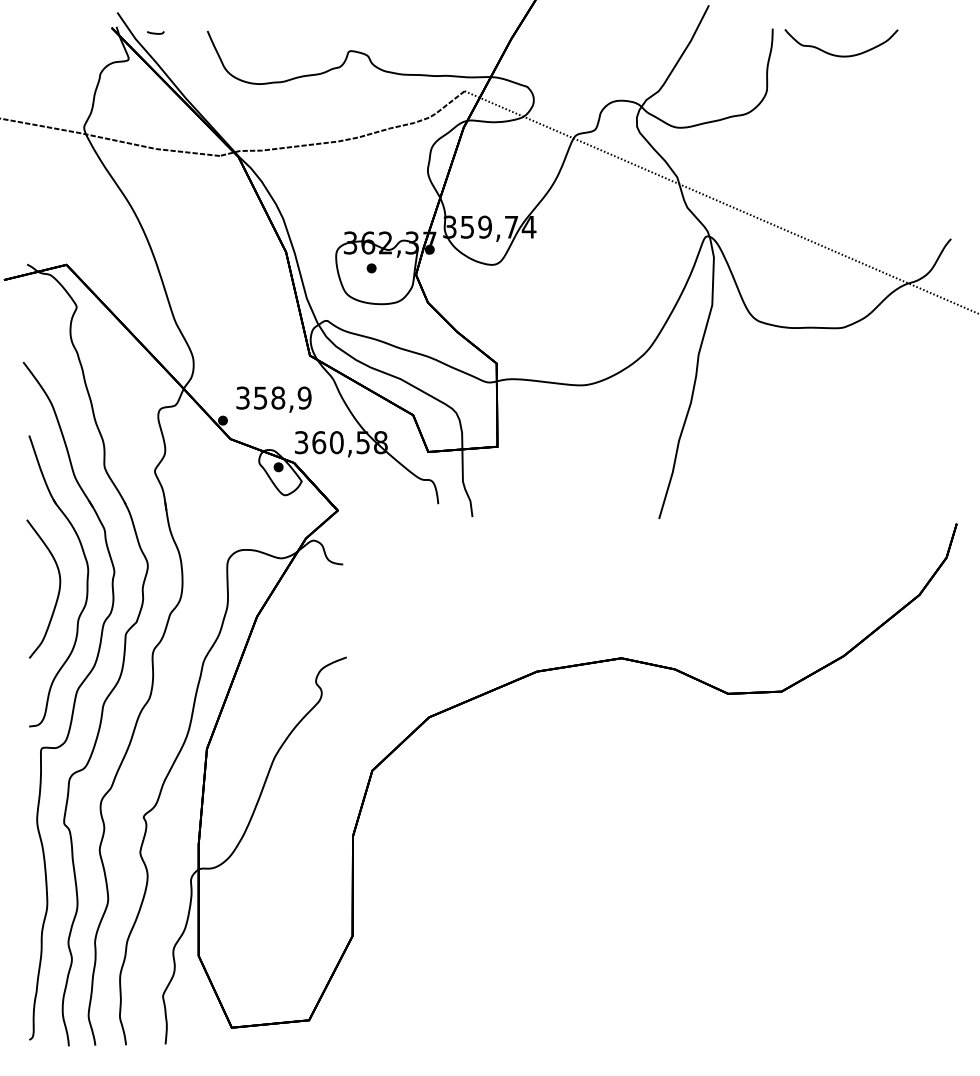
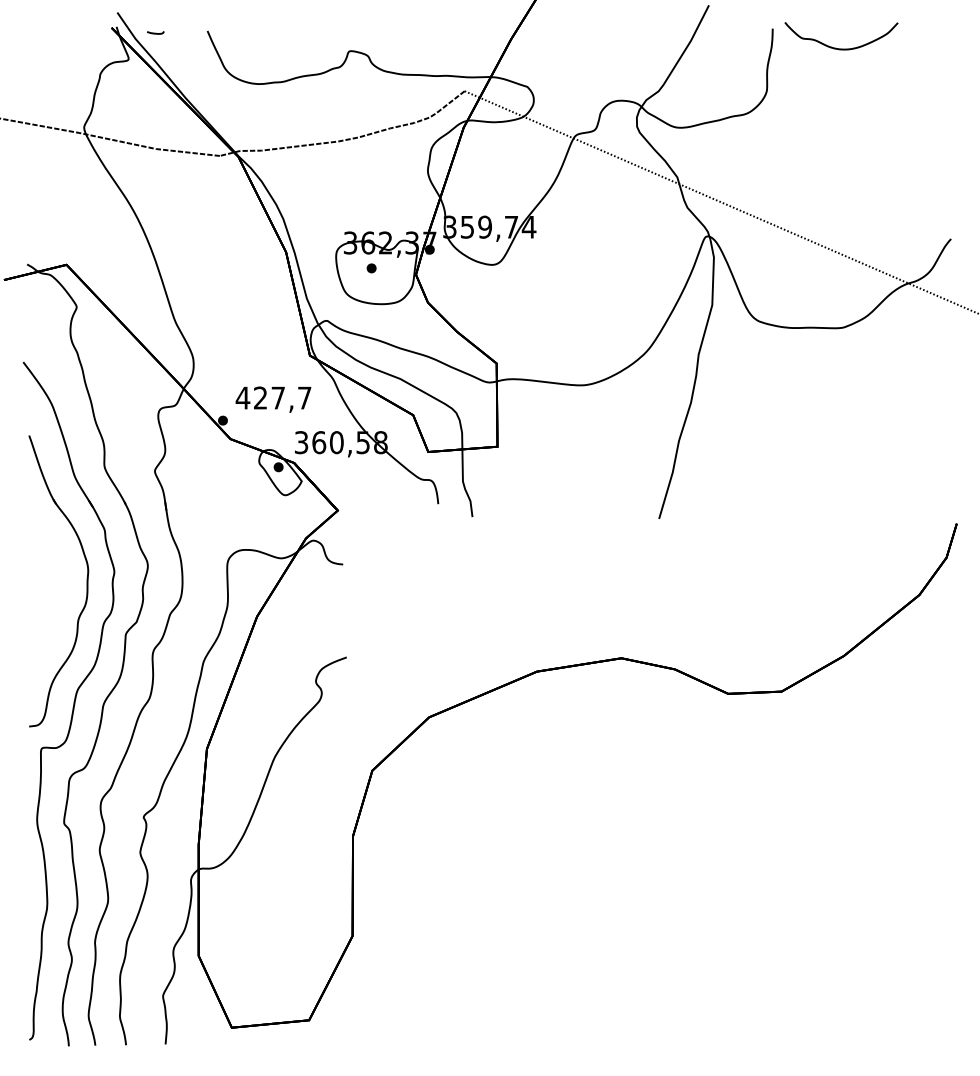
curve at (841, 55) position: (841, 55) -> (841, 48)
text at (273, 397): 358,9 -> 427,7
curve at (58, 588): present -> none
